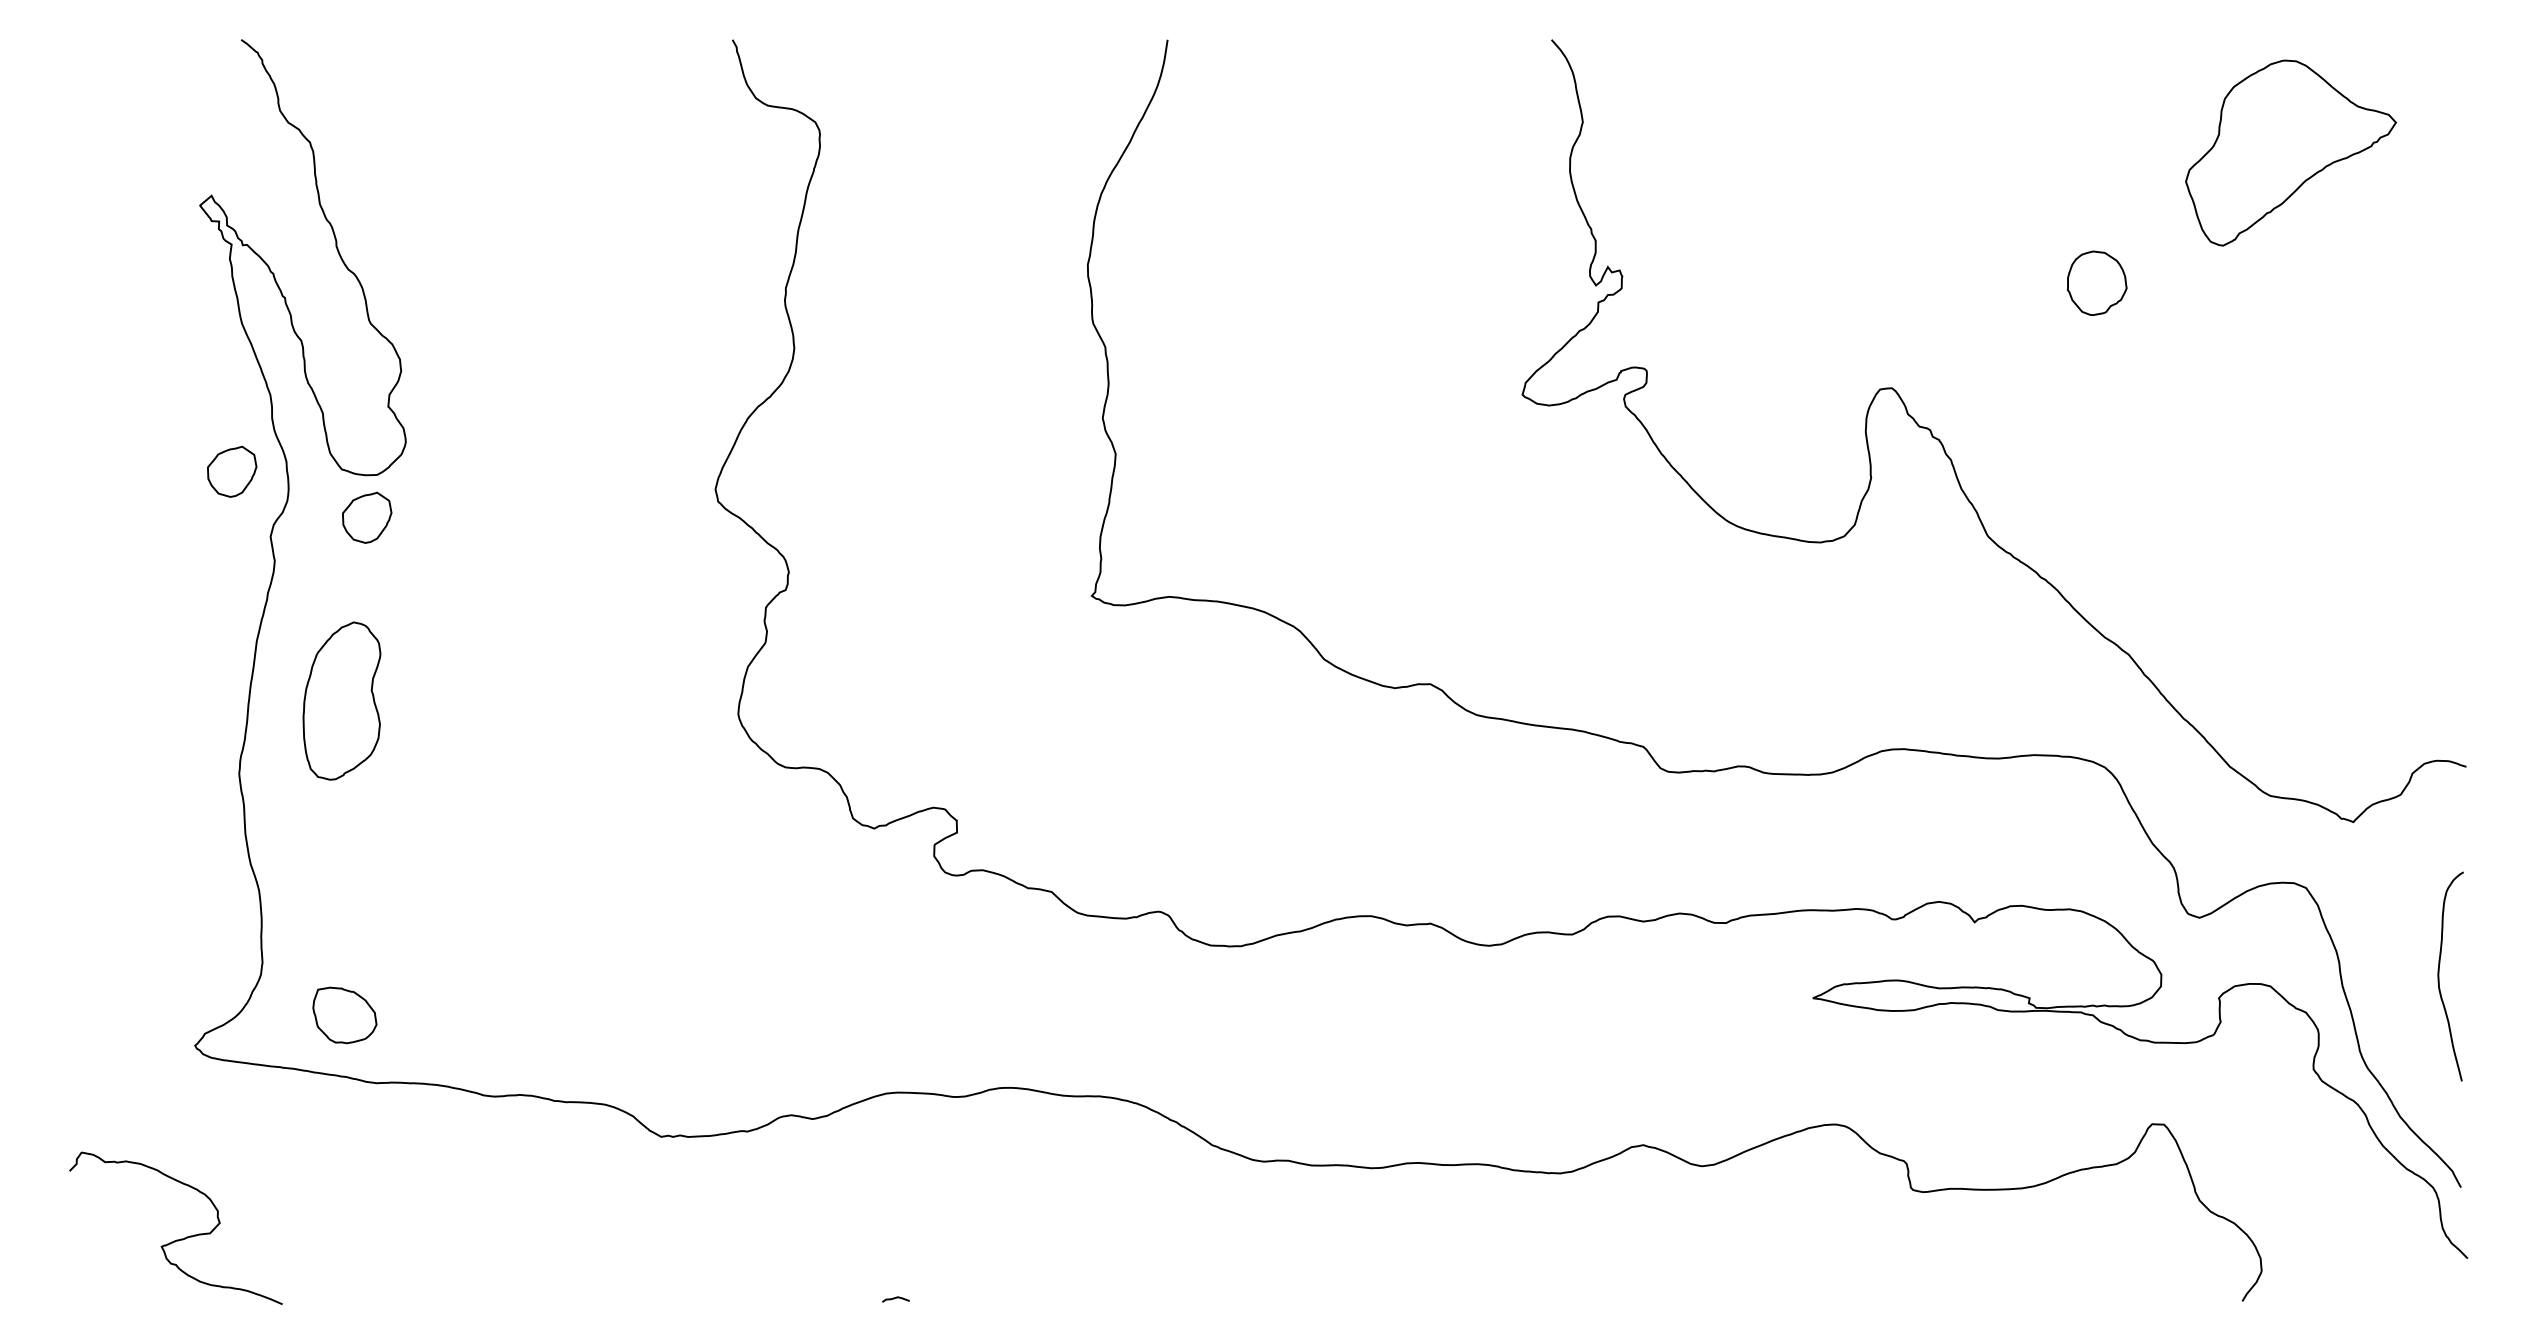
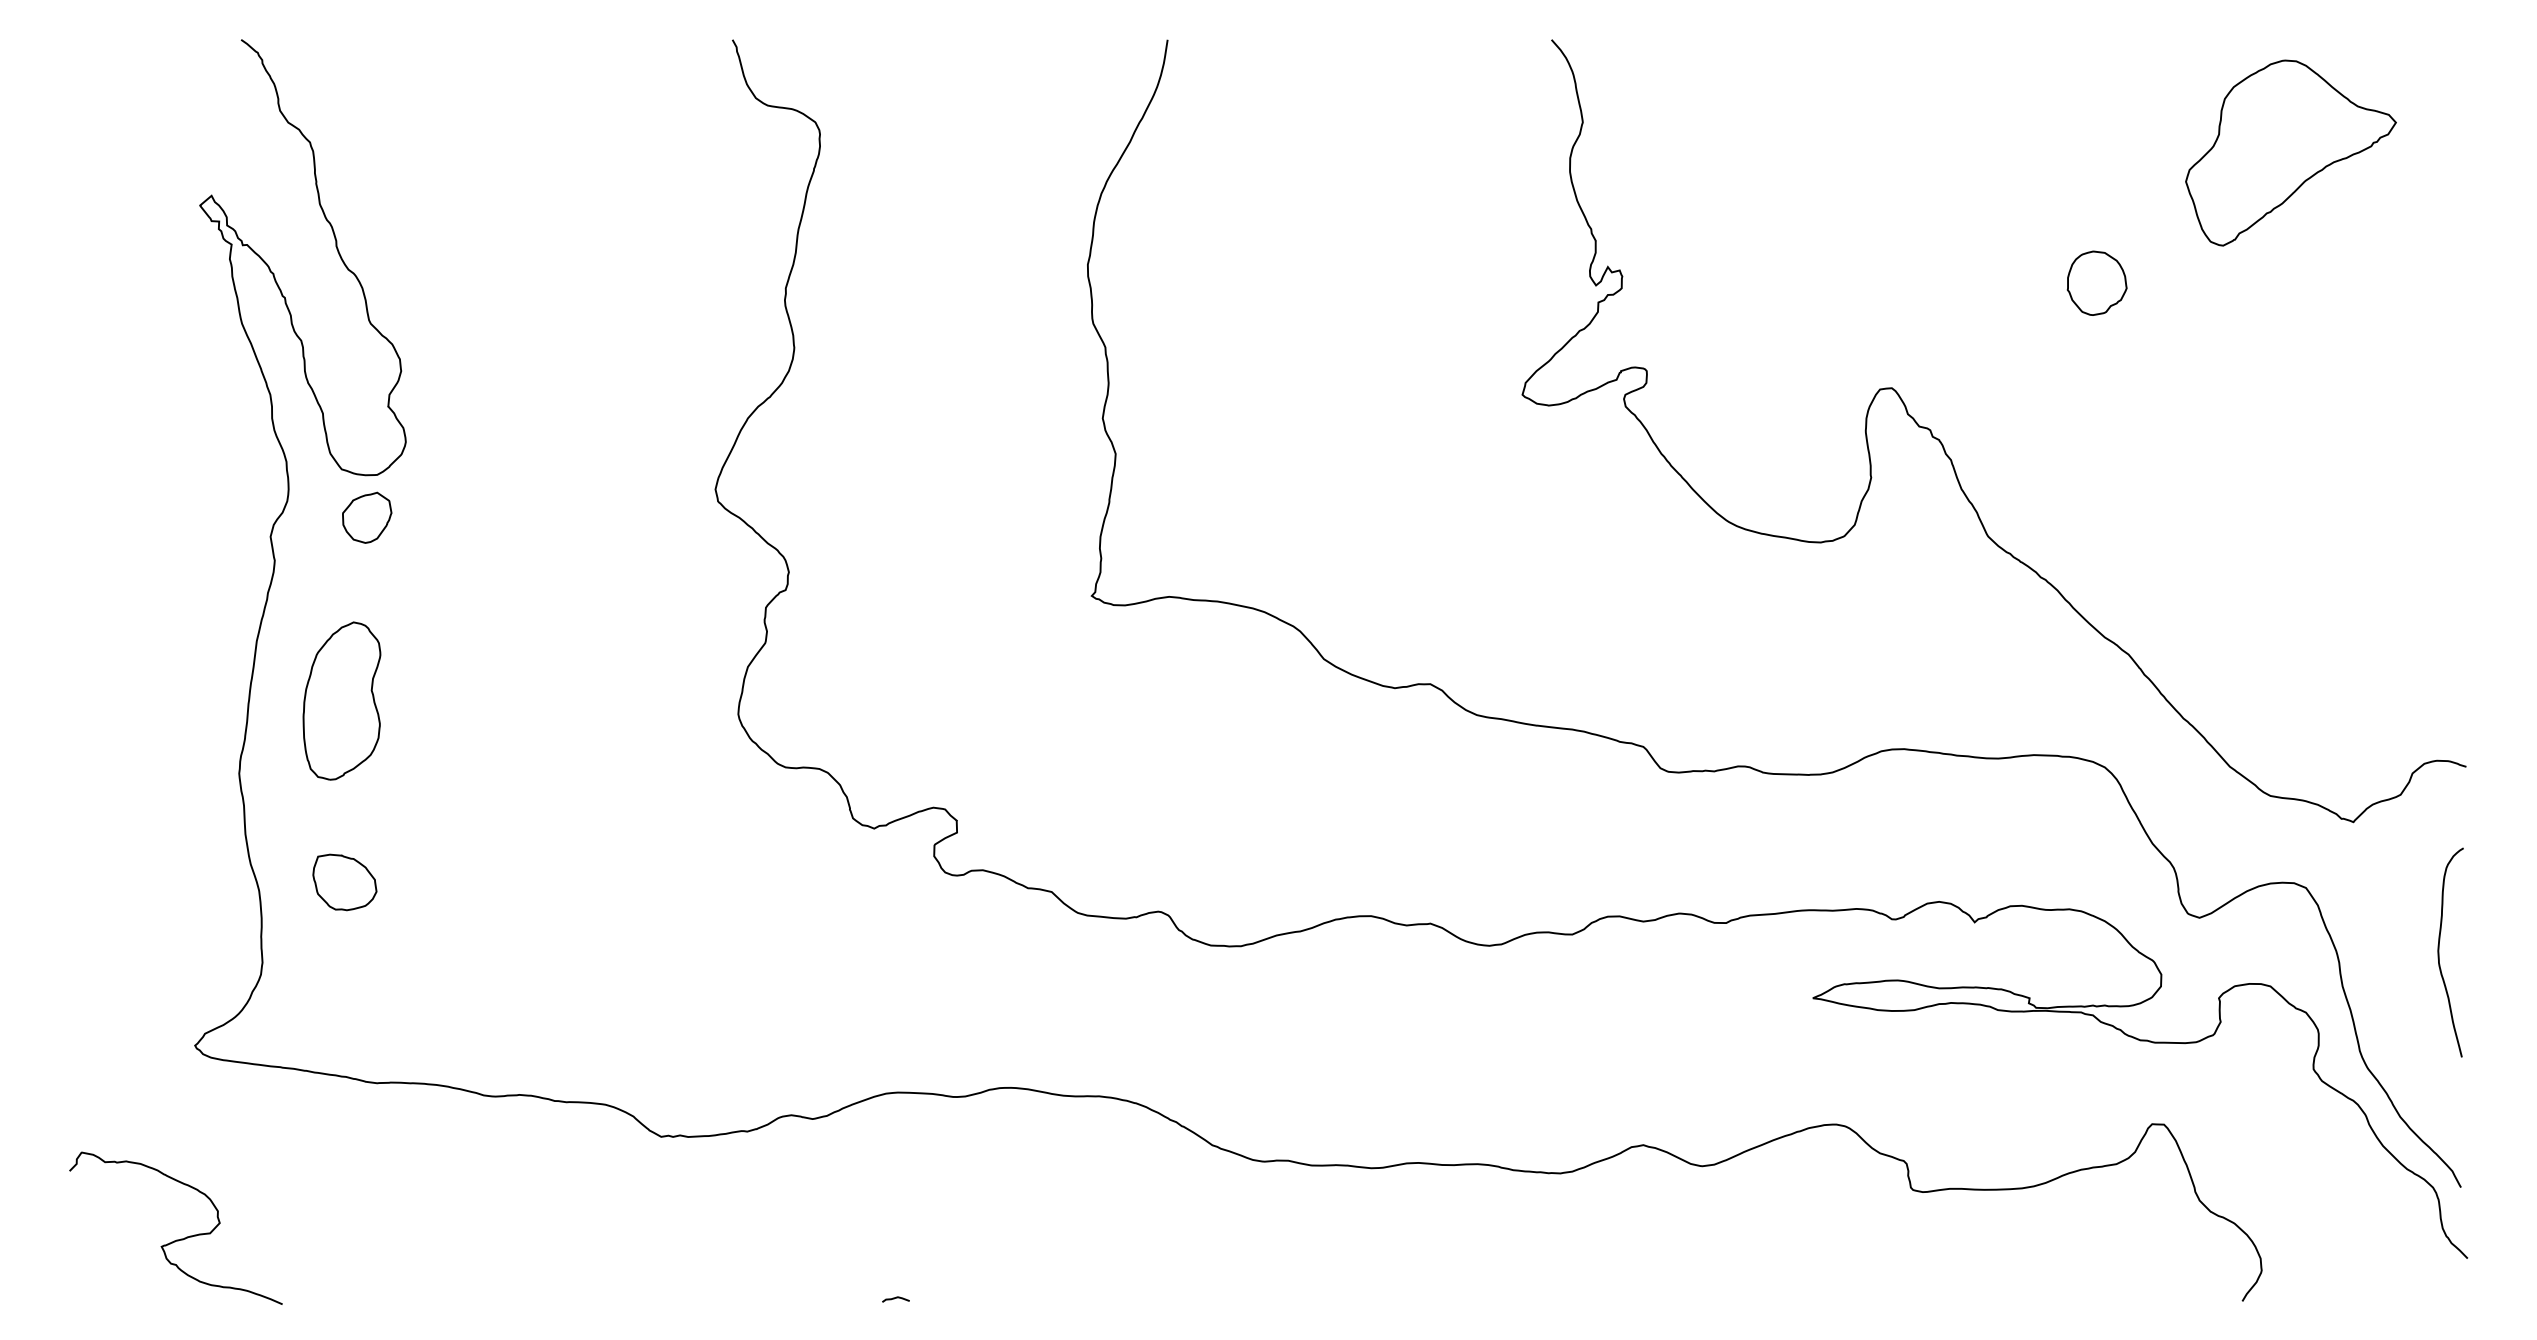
part at (232, 471): present -> none
curve at (2439, 976) position: (2439, 976) -> (2439, 952)
part at (344, 1015) position: (344, 1015) -> (344, 882)
